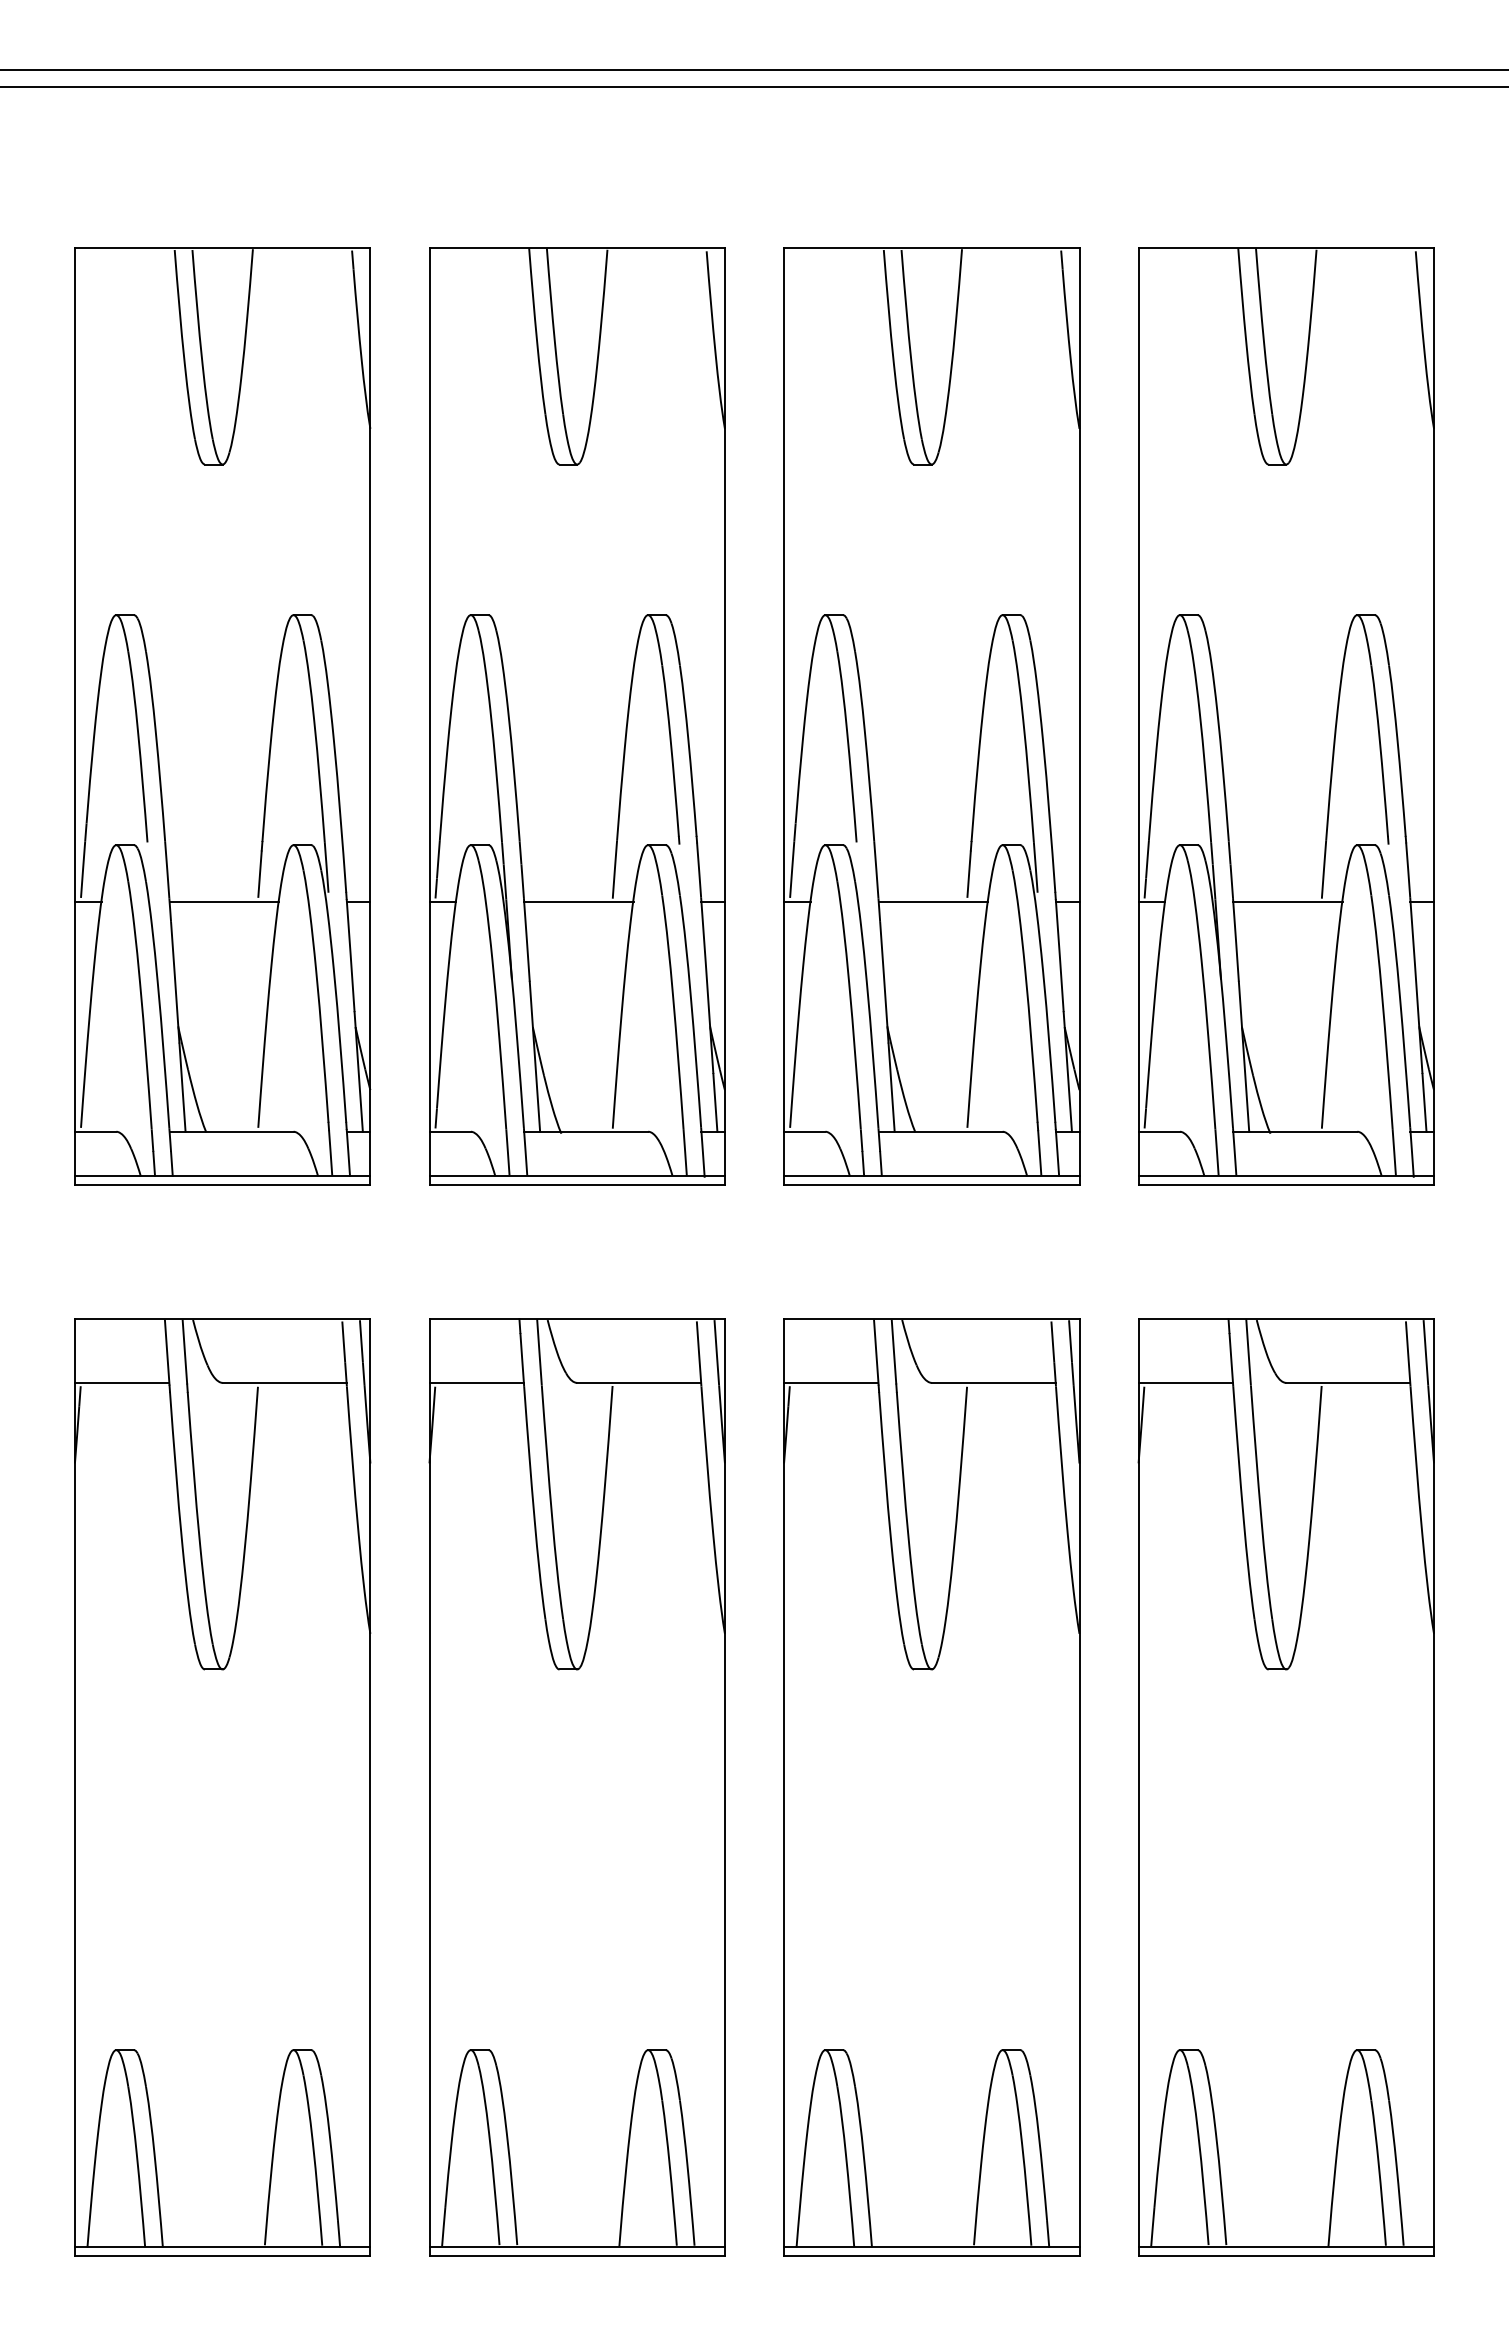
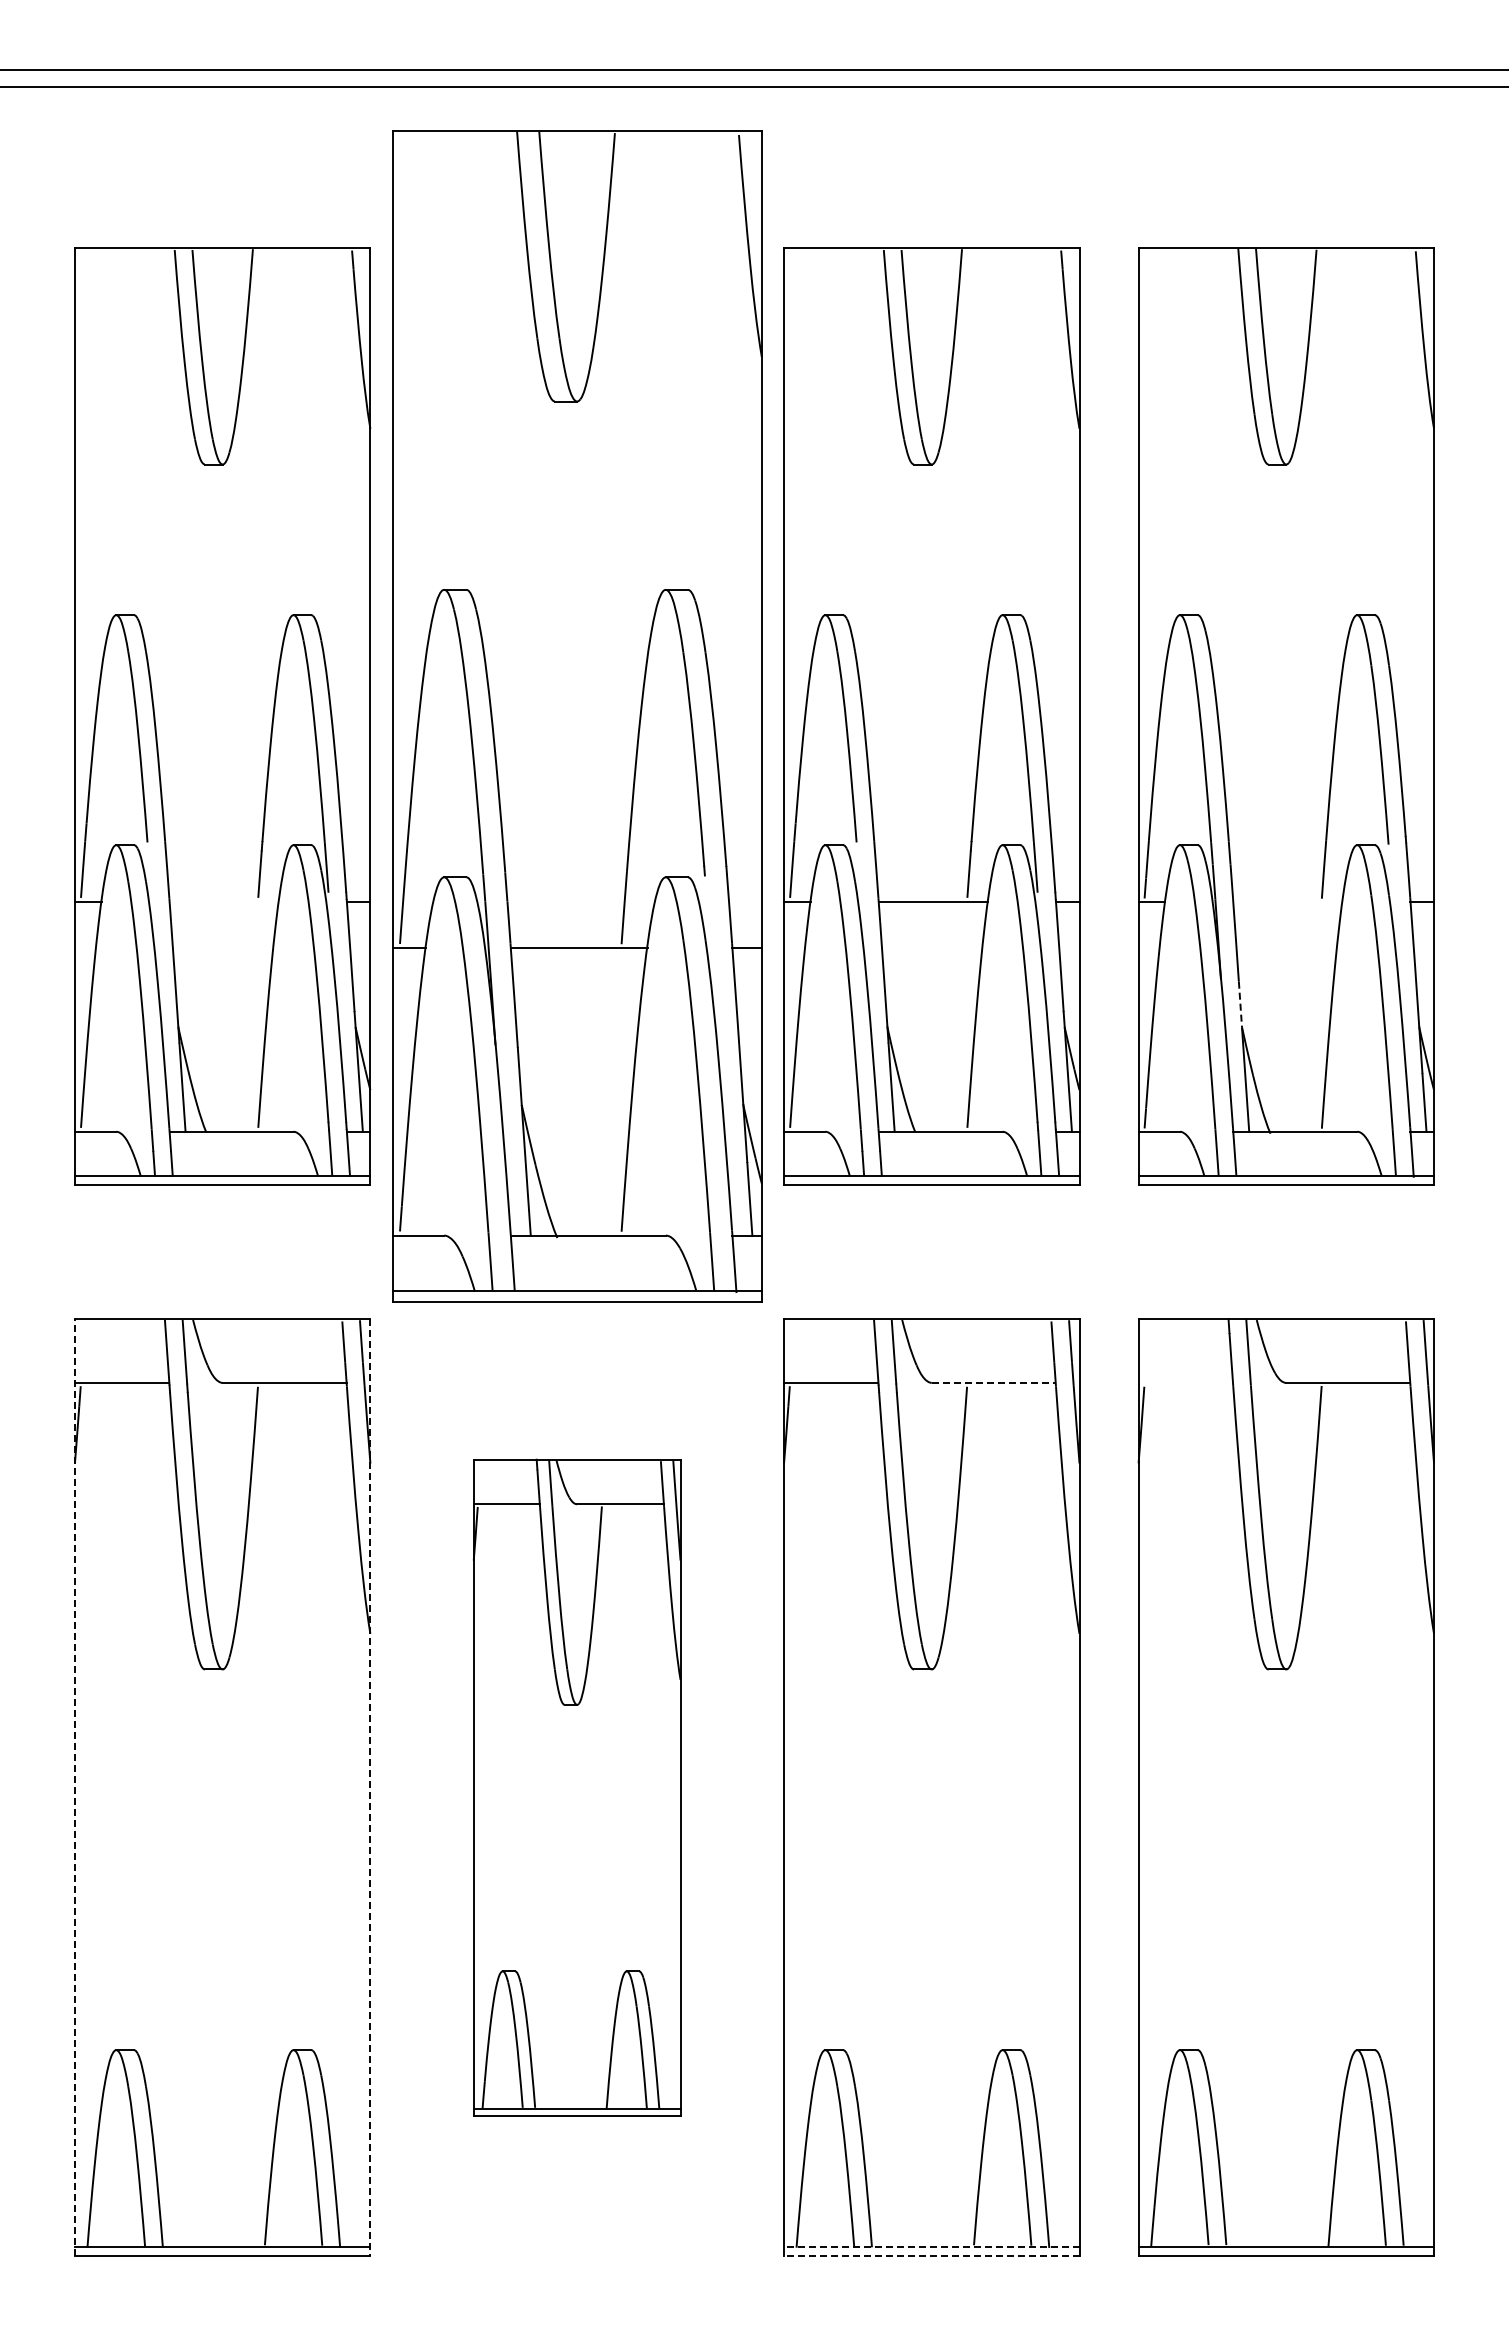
part at (577, 716) size: 297x939 px -> 371x1173 px
line at (223, 901): present -> none
line at (1287, 901): present -> none
line at (1240, 1004): solid -> dashed
line at (994, 1382): solid -> dashed
line at (1185, 1382): present -> none
line at (74, 1787): solid -> dashed
line at (370, 1787): solid -> dashed
part at (576, 1787) size: 298x939 px -> 210x659 px
line at (931, 2247): solid -> dashed
line at (931, 2256): solid -> dashed
